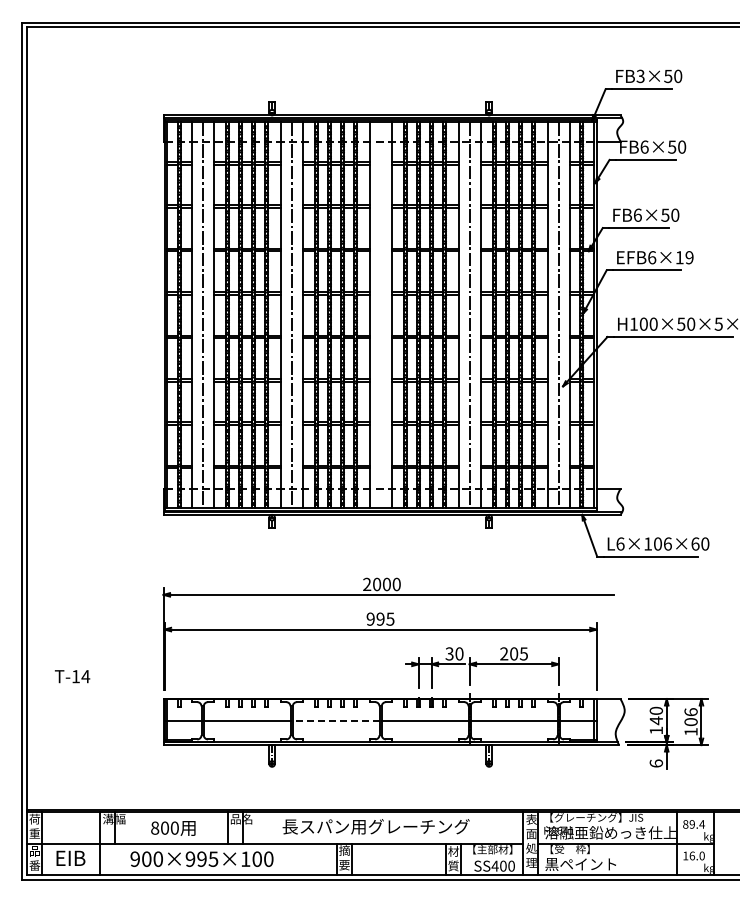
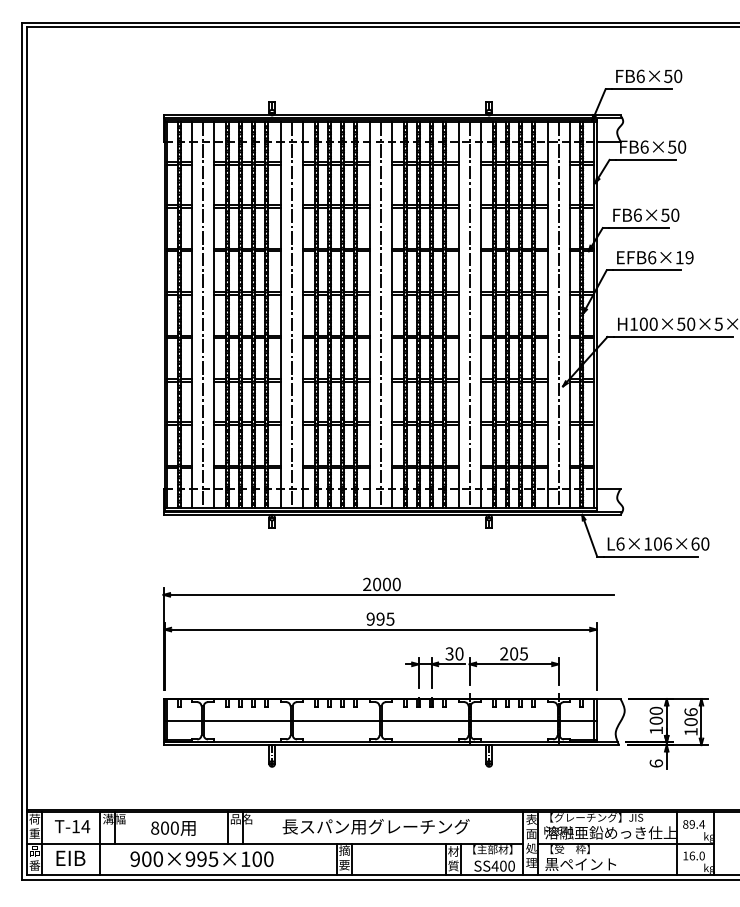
text at (640, 75): FB3×50 -> FB6×50
line at (380, 314): none -> present
text at (72, 676) position: (72, 676) -> (72, 826)
line at (335, 720): dashed -> solid
text at (656, 720): 140 -> 100
